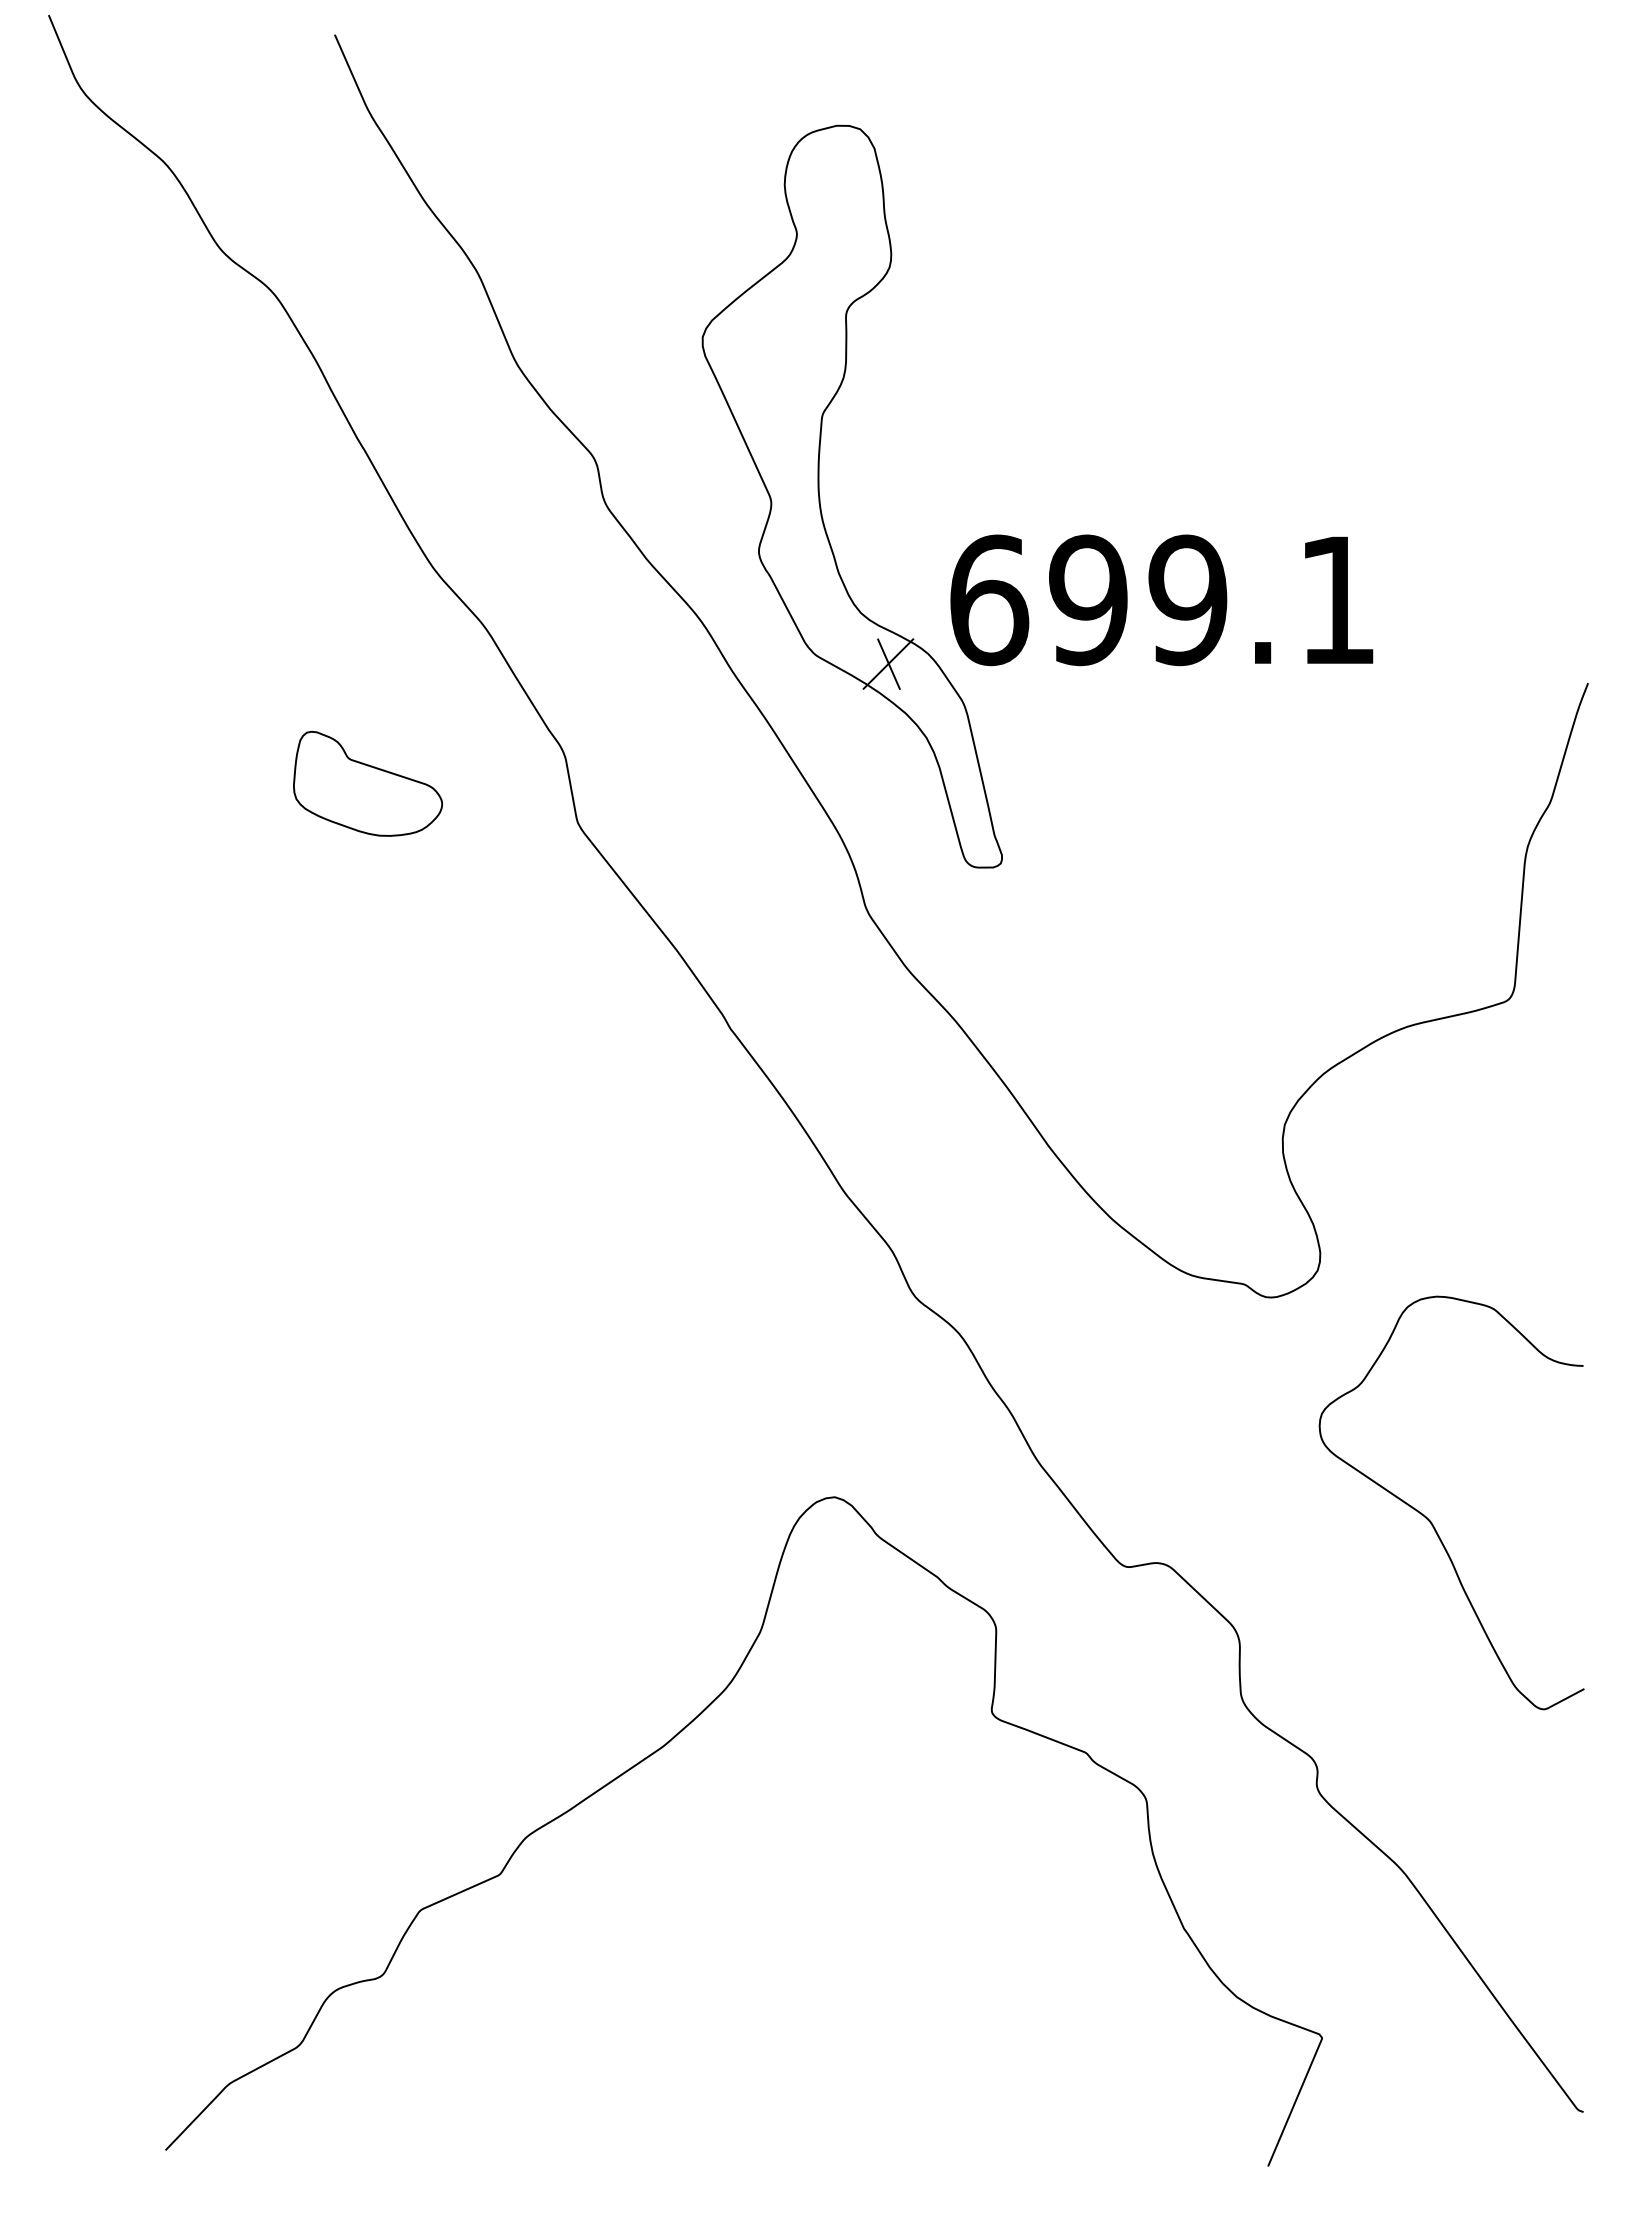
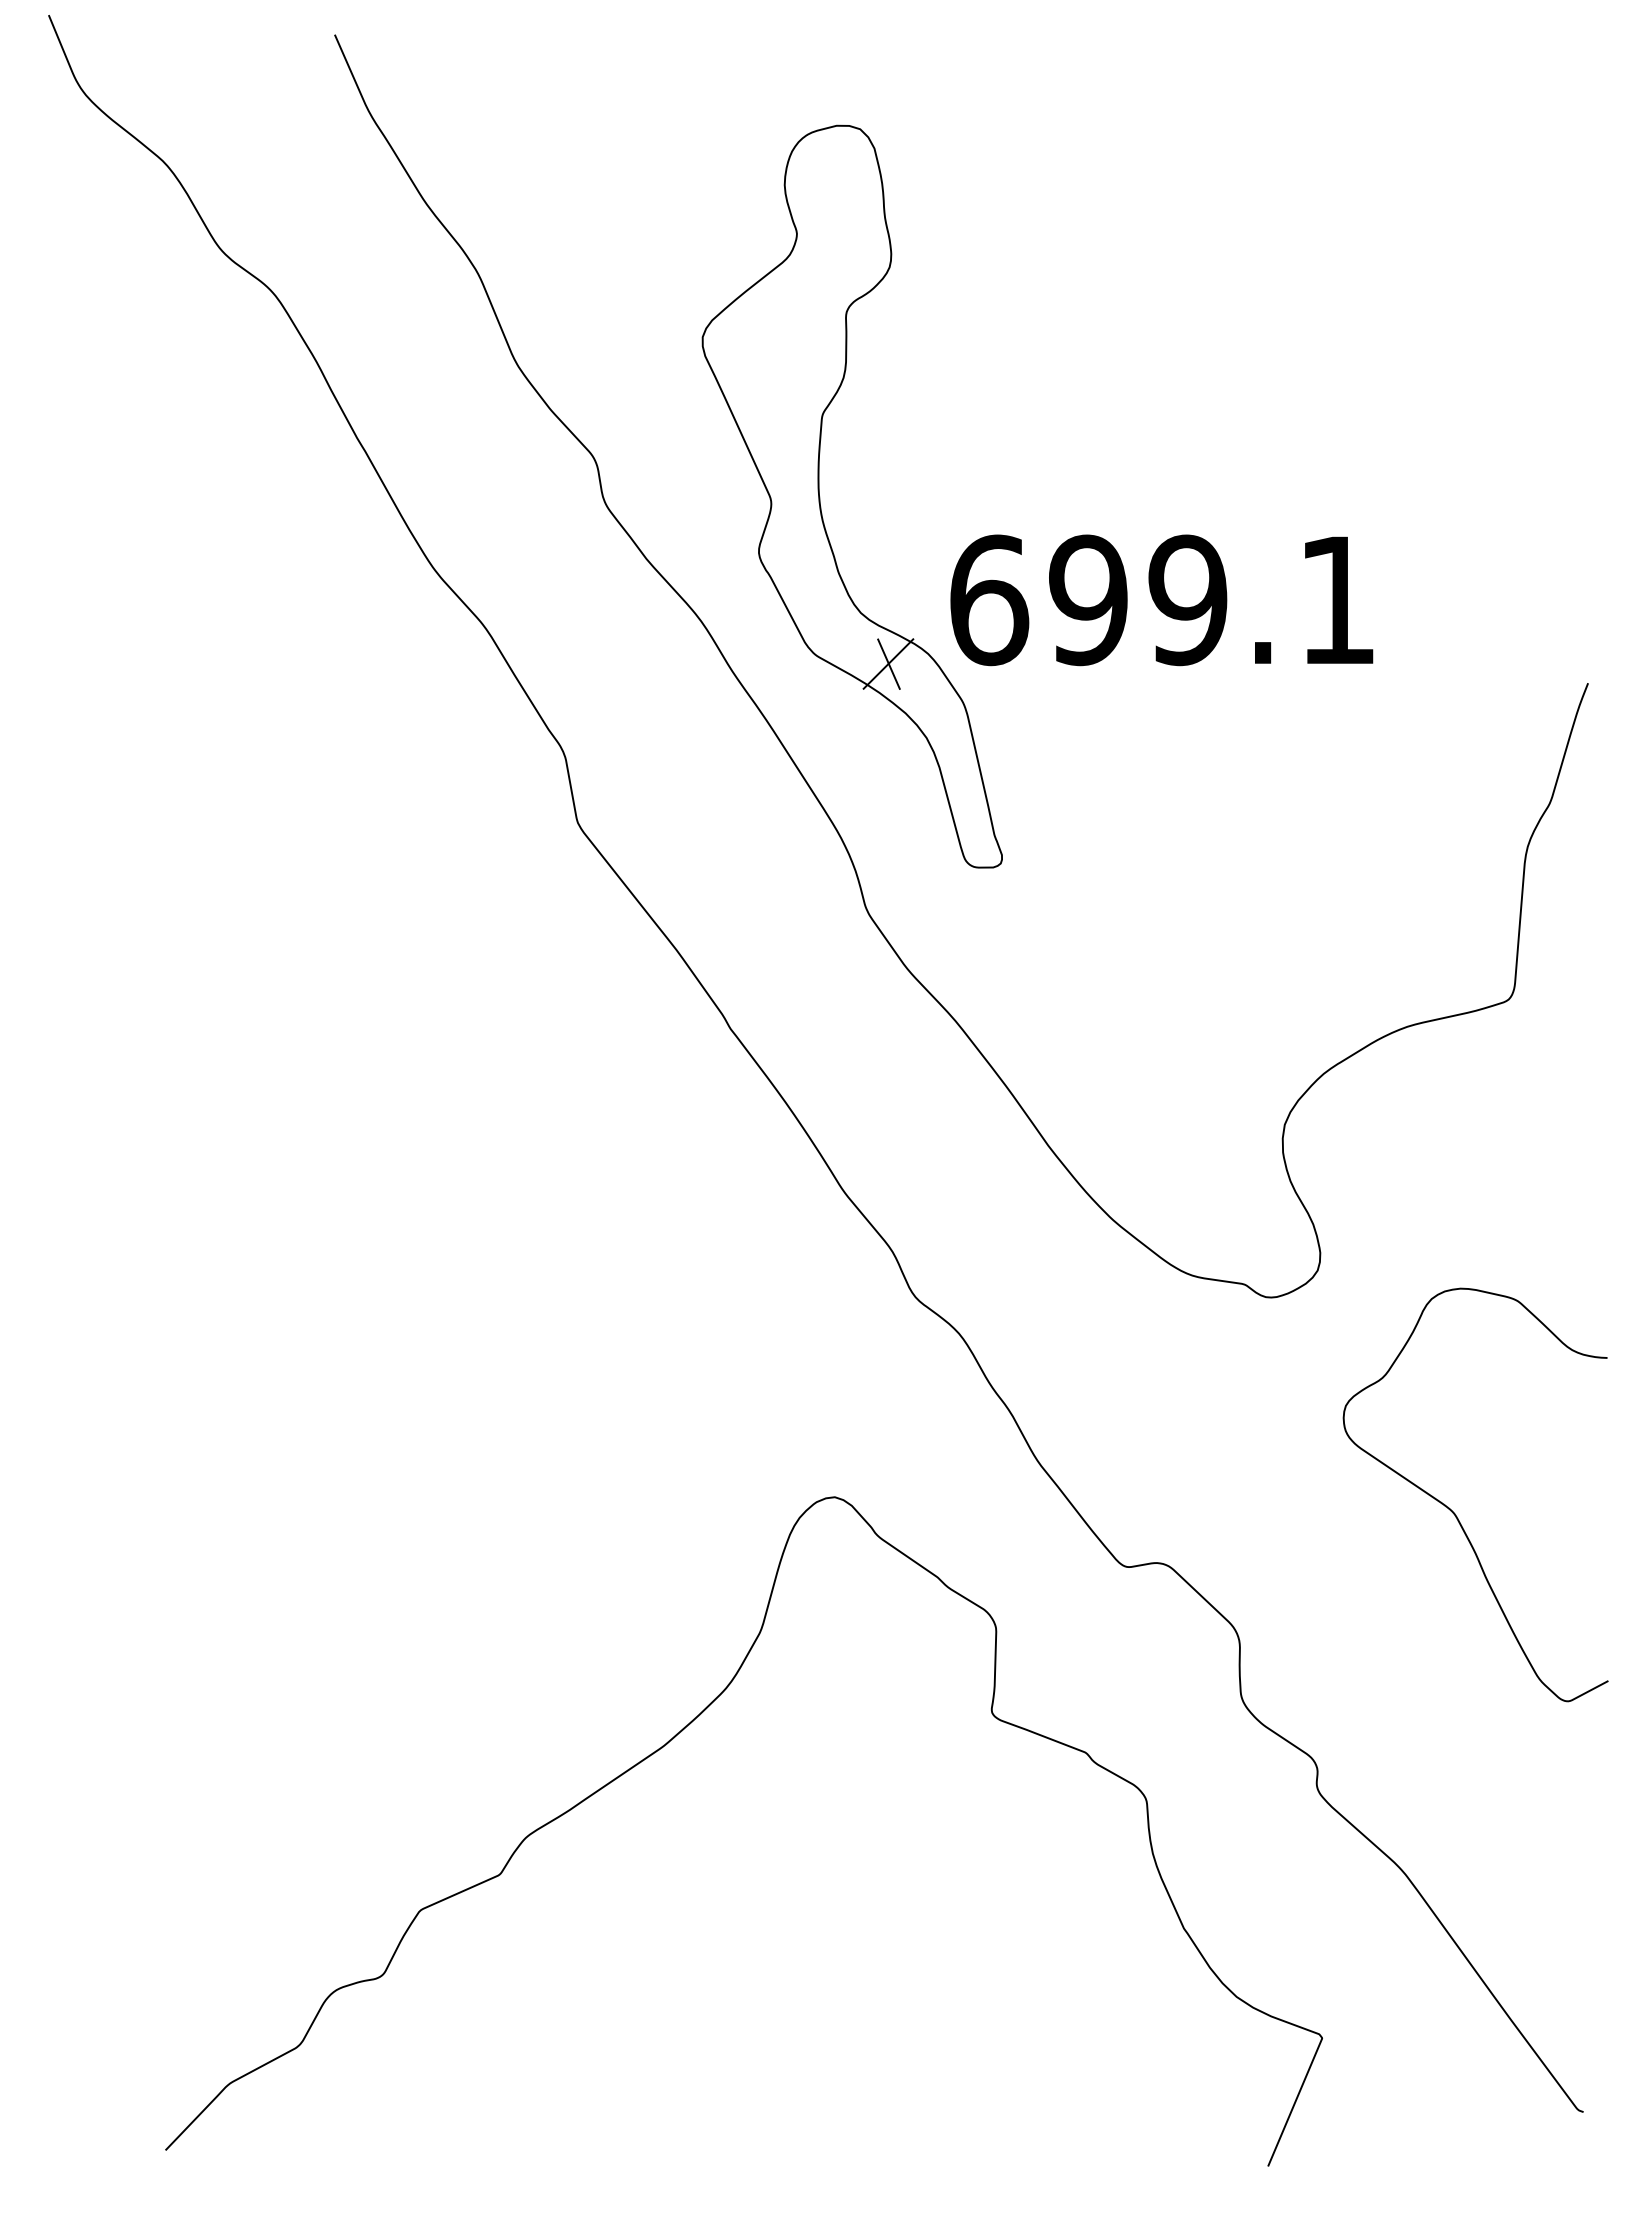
part at (367, 783): present -> none
curve at (1431, 1521) position: (1431, 1521) -> (1455, 1513)
